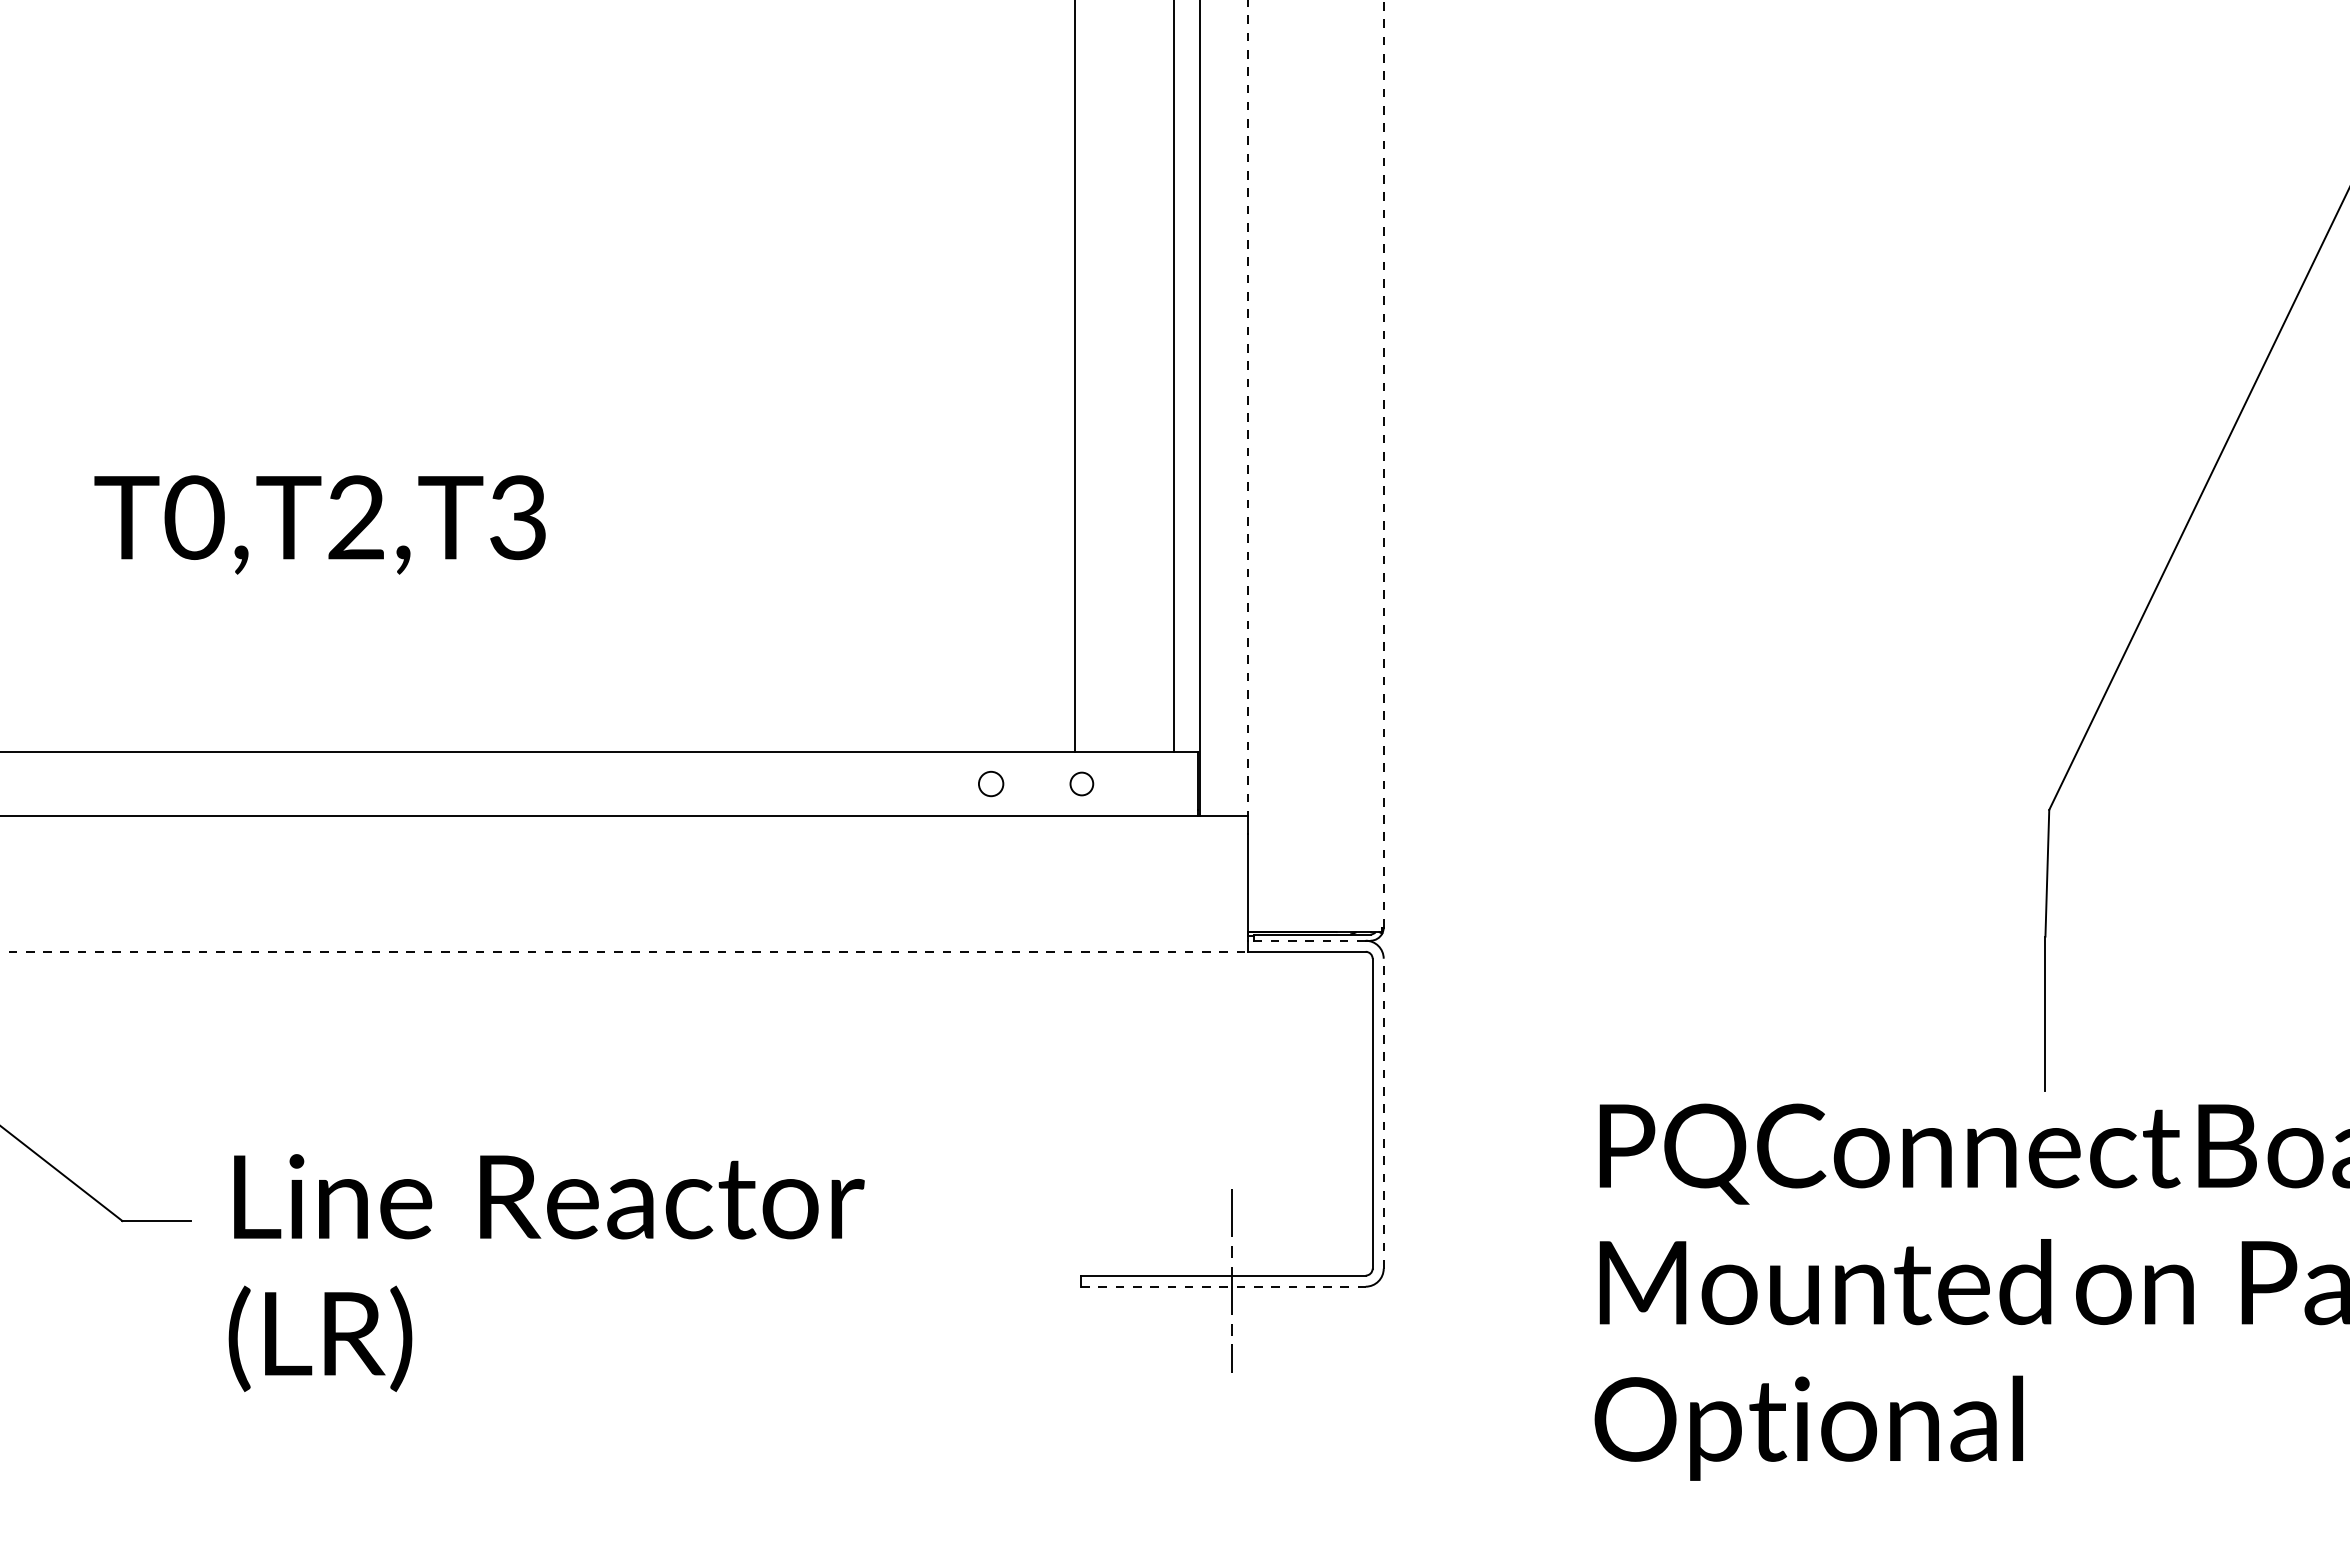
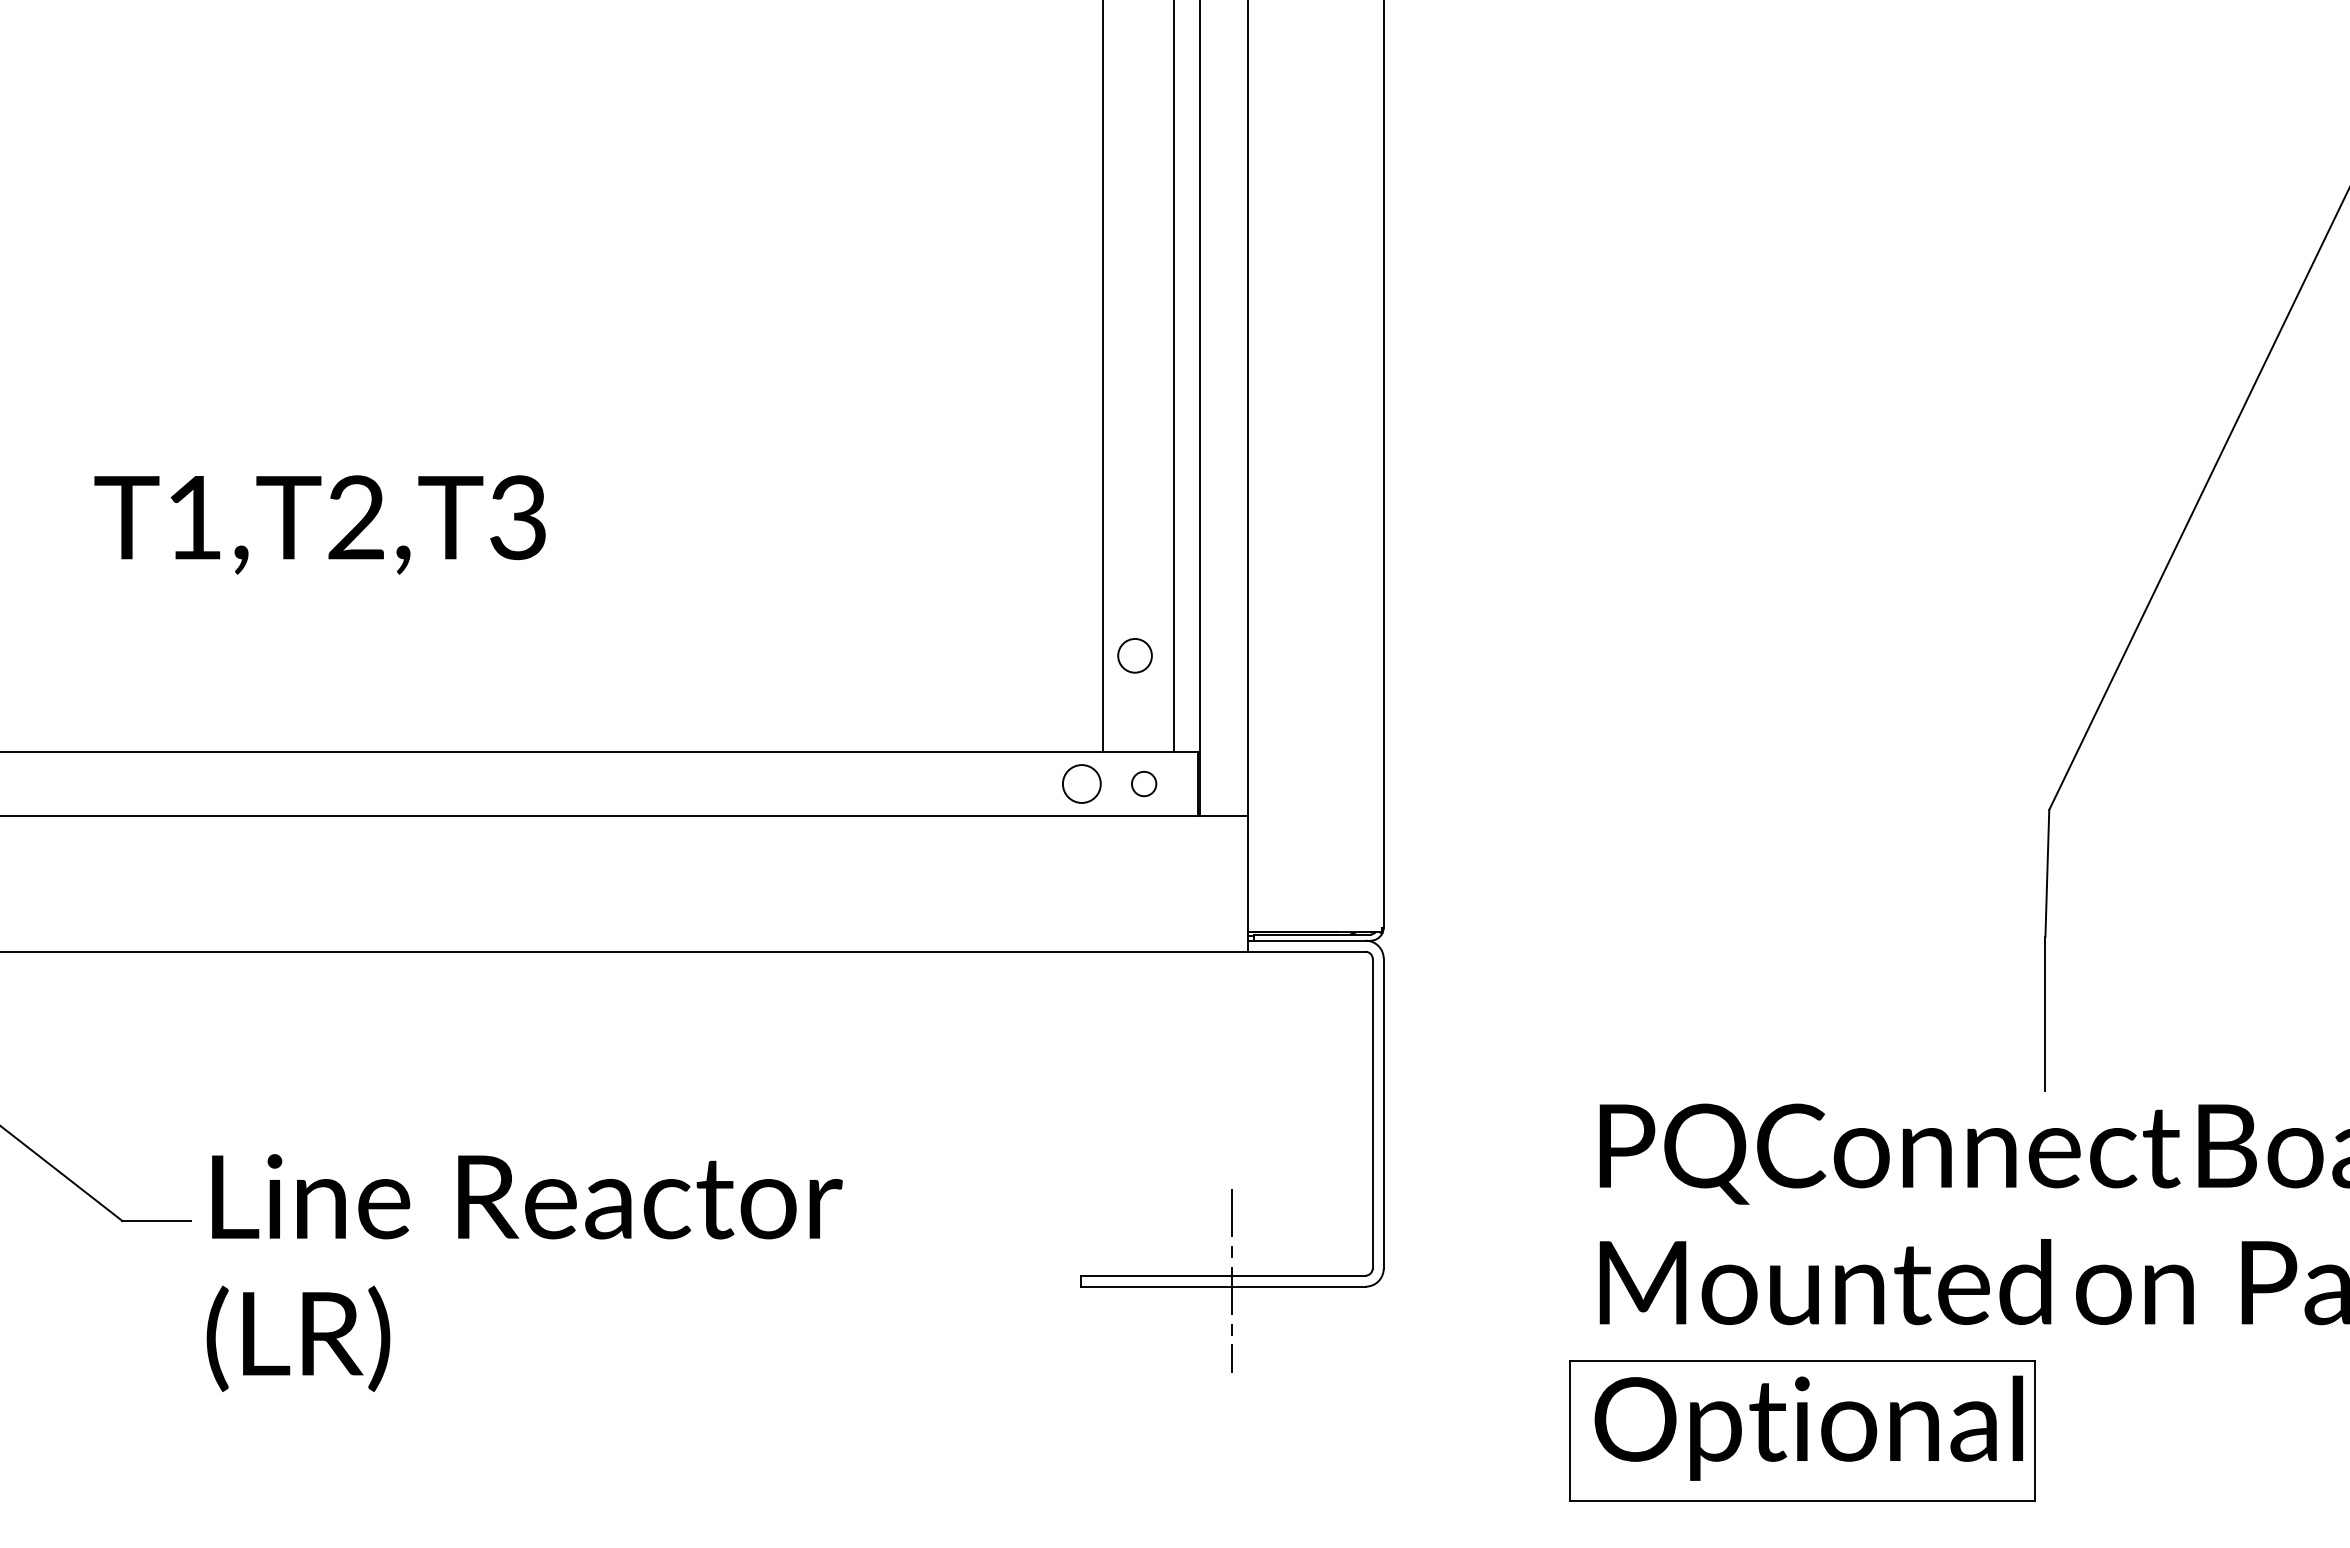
line at (1074, 376) position: (1074, 376) -> (1102, 376)
line at (1247, 409): dashed -> solid
line at (1383, 463): dashed -> solid
text at (194, 517): T0,T2,T3 -> T1,T2,T3
circle at (1134, 655): none -> present
circle at (991, 783) position: (991, 783) -> (1144, 783)
circle at (1081, 783) diameter: 23 px -> 38 px
line at (1306, 940): dashed -> solid
line at (624, 951): dashed -> solid
line at (1383, 1113): dashed -> solid
text at (546, 1272) position: (546, 1272) -> (524, 1272)
line at (1223, 1286): dashed -> solid
part at (1802, 1430): none -> present
